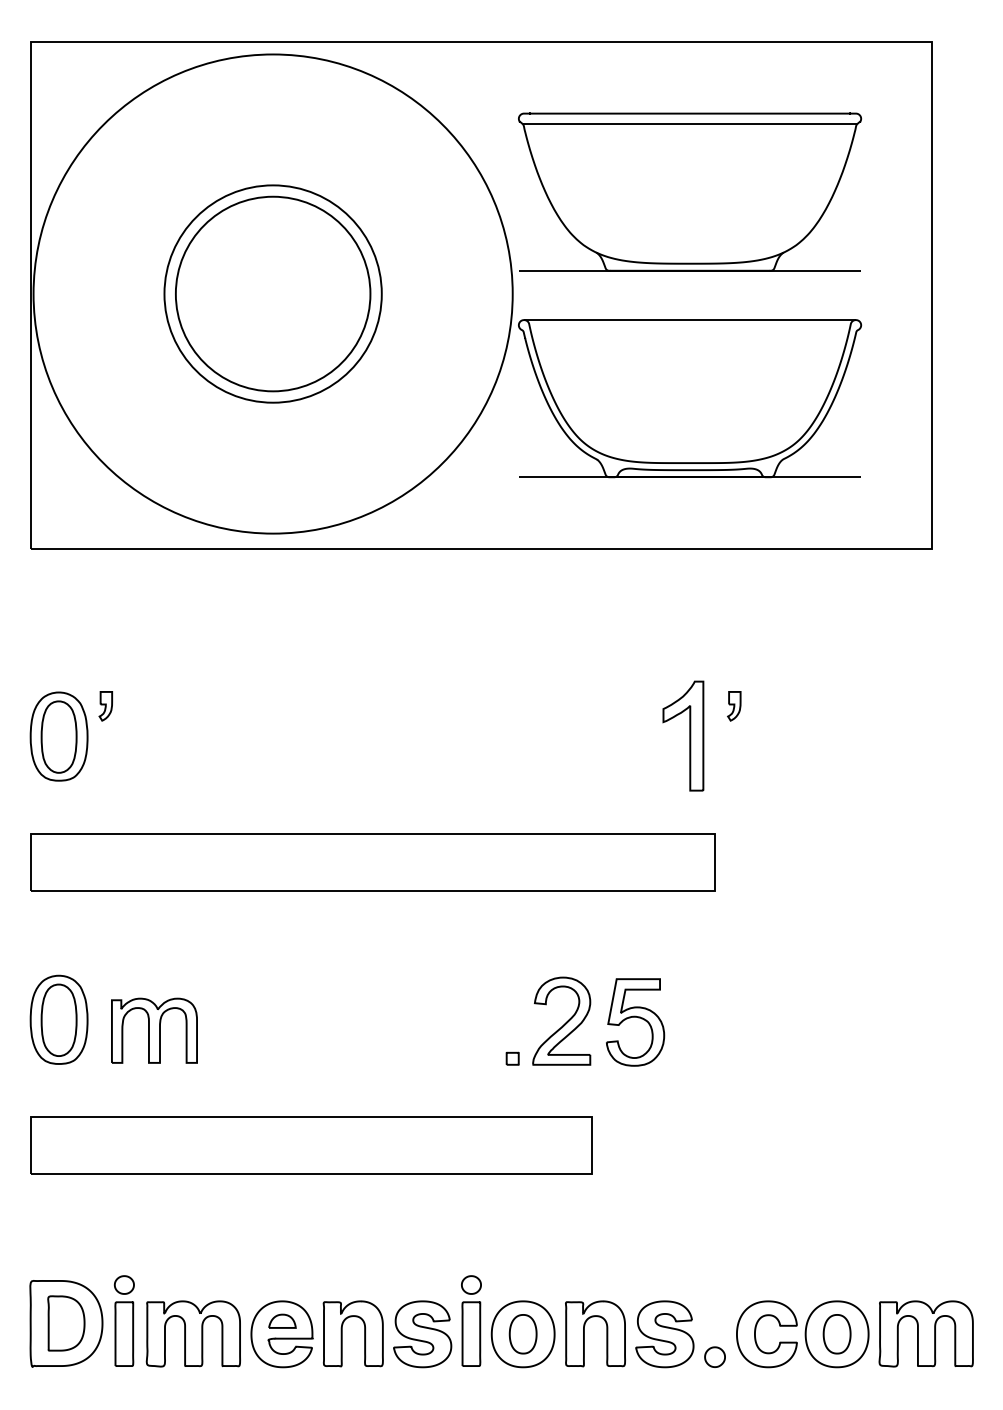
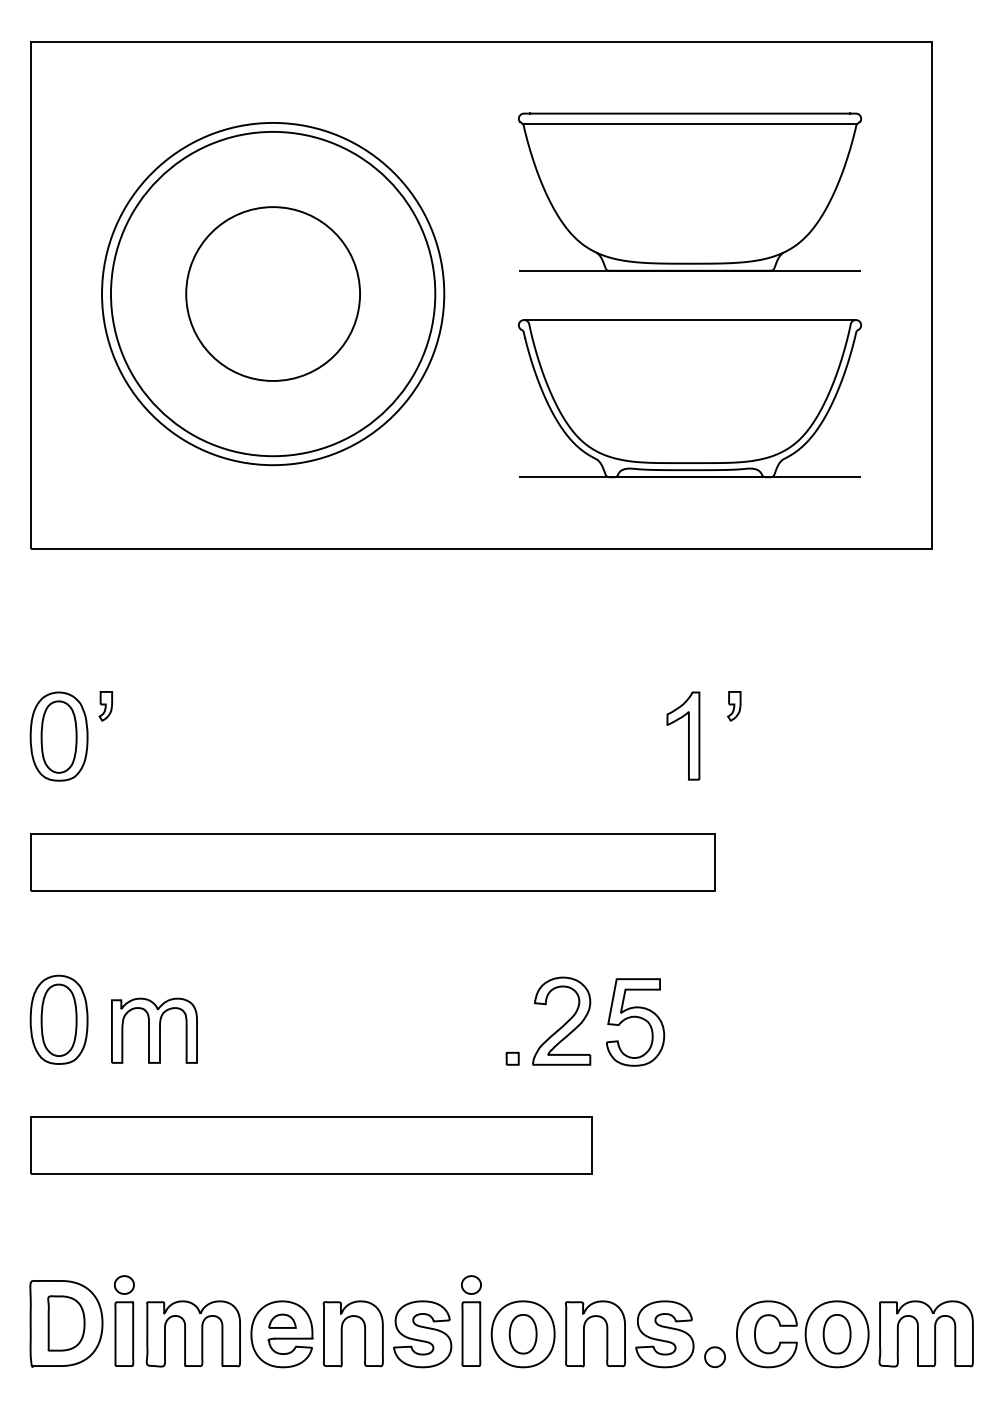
circle at (272, 293) diameter: 195 px -> 324 px
circle at (272, 293) diameter: 217 px -> 174 px
circle at (272, 293) diameter: 479 px -> 342 px
part at (683, 735) size: 43x112 px -> 35x90 px
